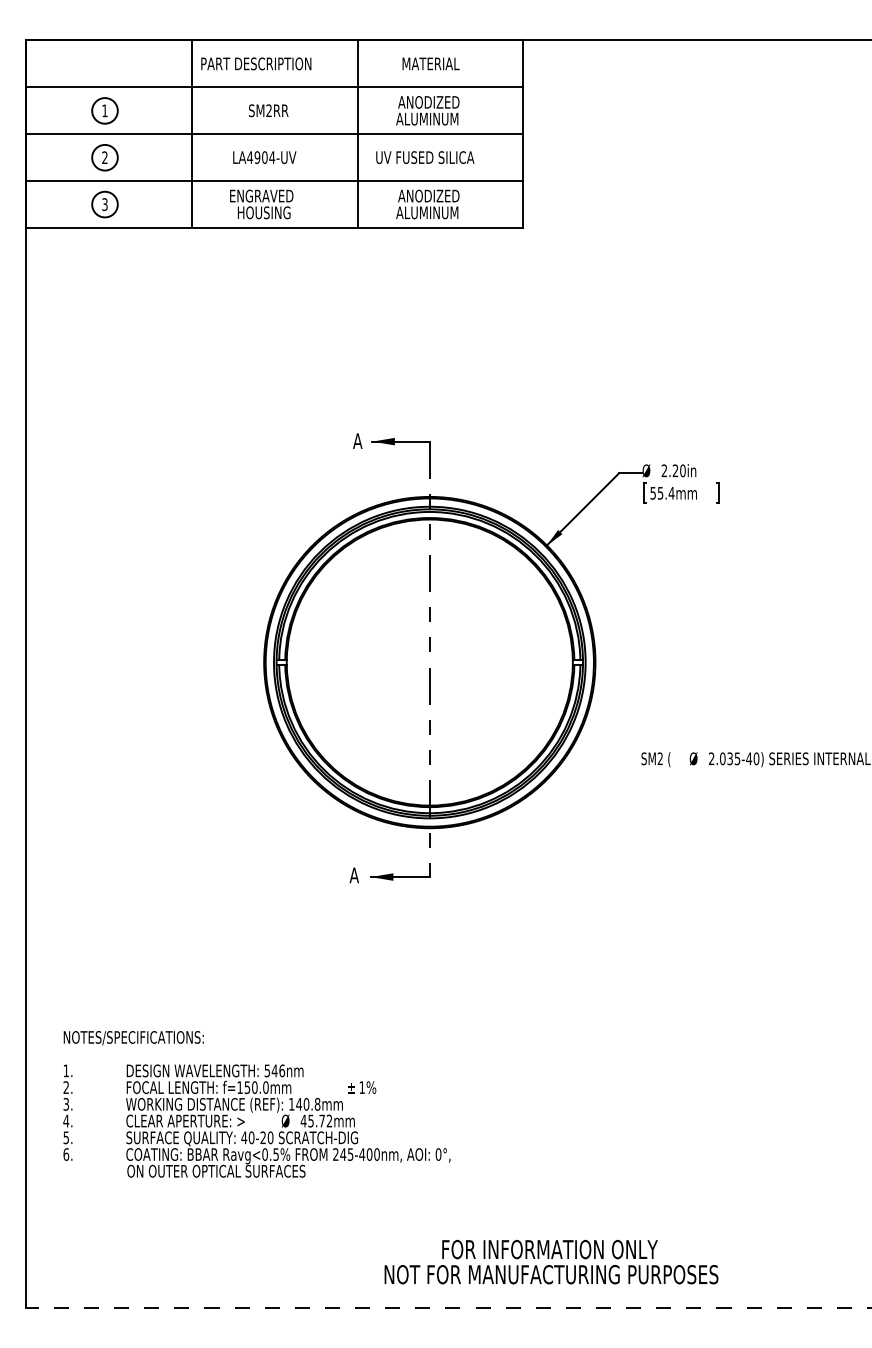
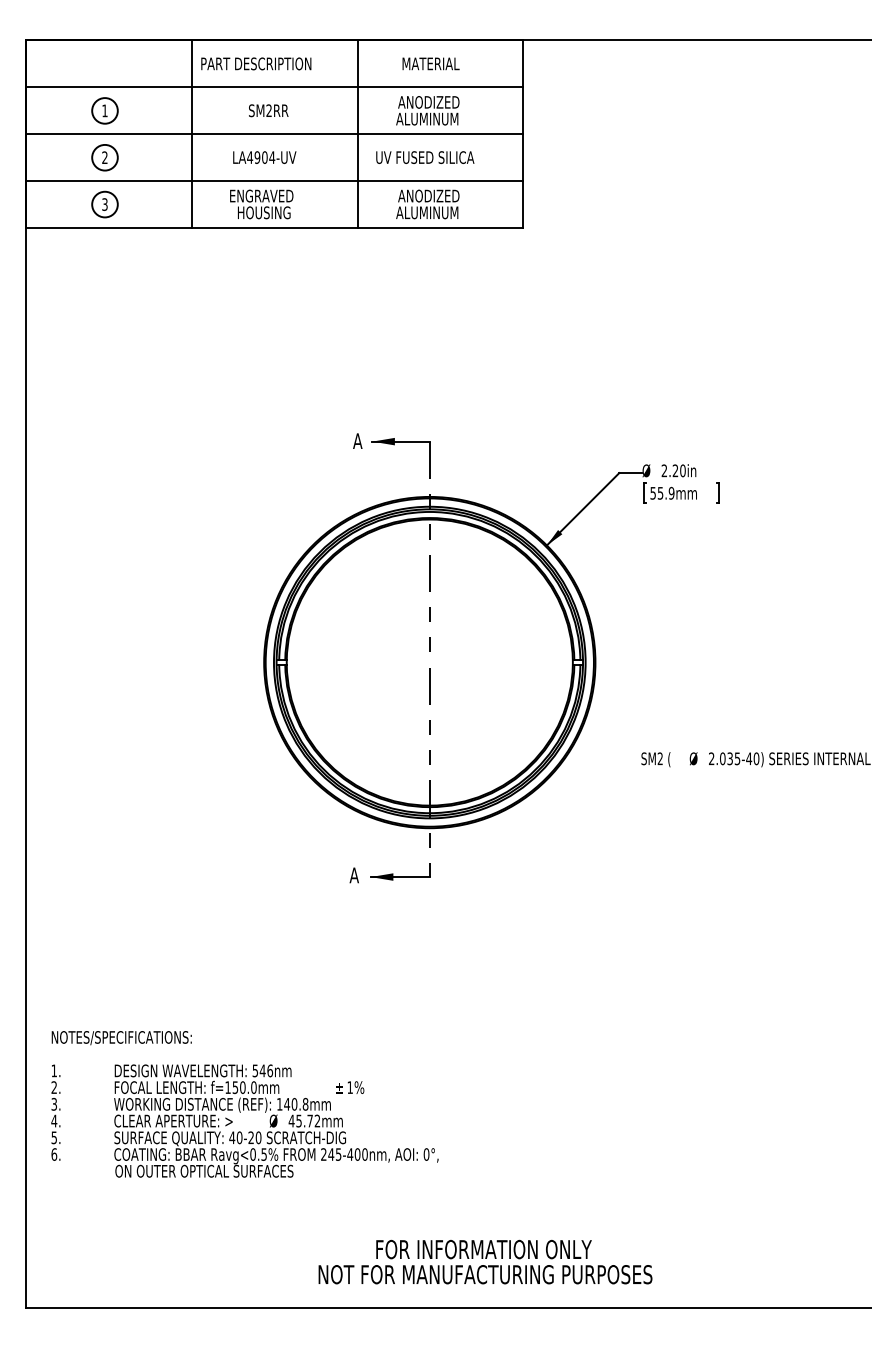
text at (671, 492): 55.4mm -> 55.9mm
text at (256, 1104) position: (256, 1104) -> (244, 1104)
text at (551, 1261) position: (551, 1261) -> (485, 1261)
line at (448, 1307): dashed -> solid
